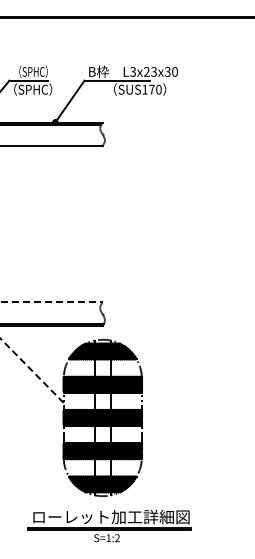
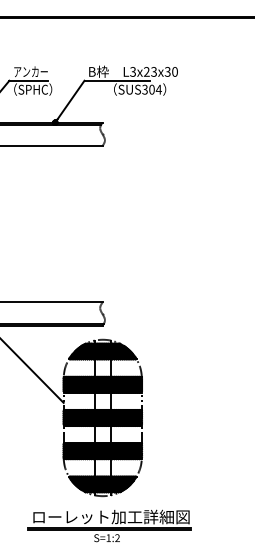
text at (30, 71): （SPHC） -> アンカー
text at (151, 89): SUS170 -> SUS304
line at (51, 302): dashed -> solid
line at (32, 370): dashed -> solid
